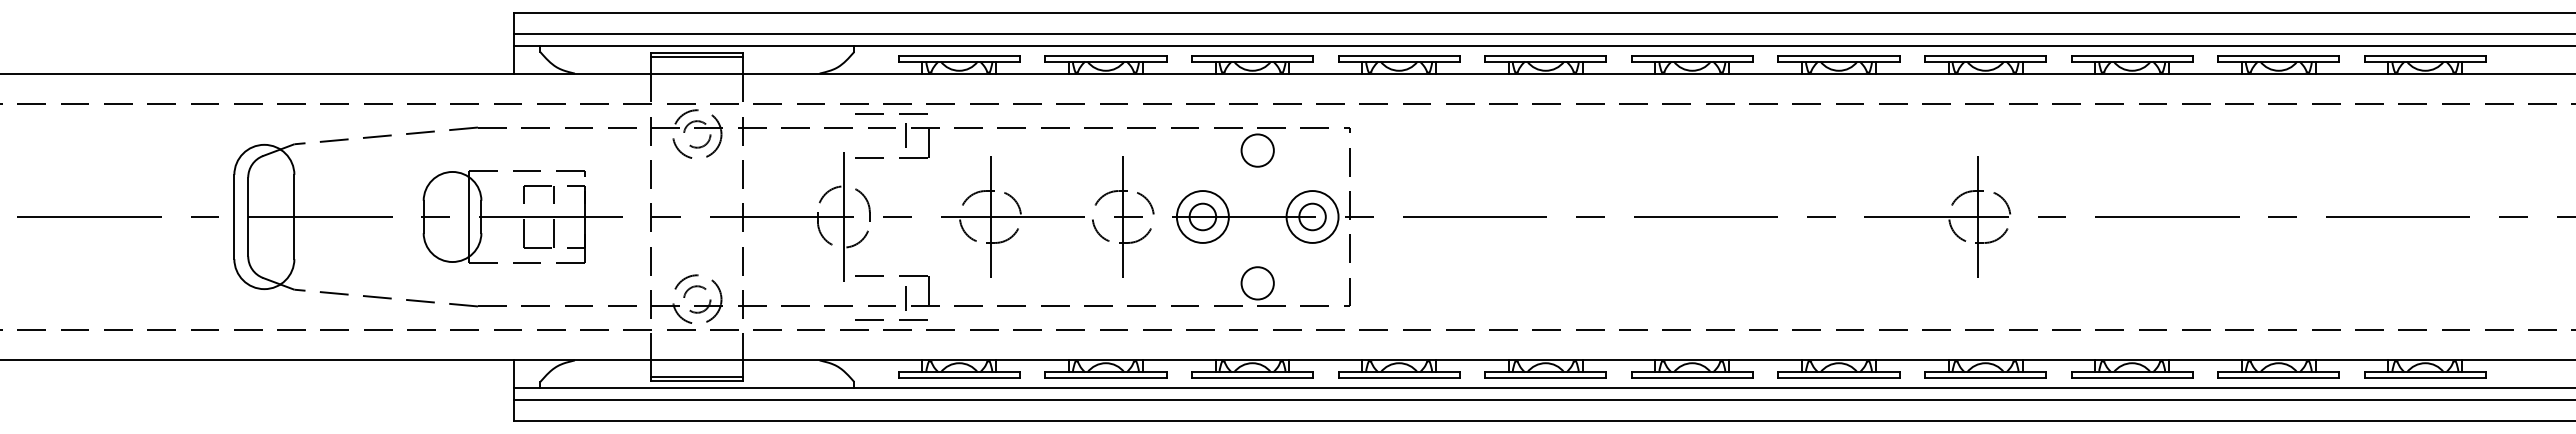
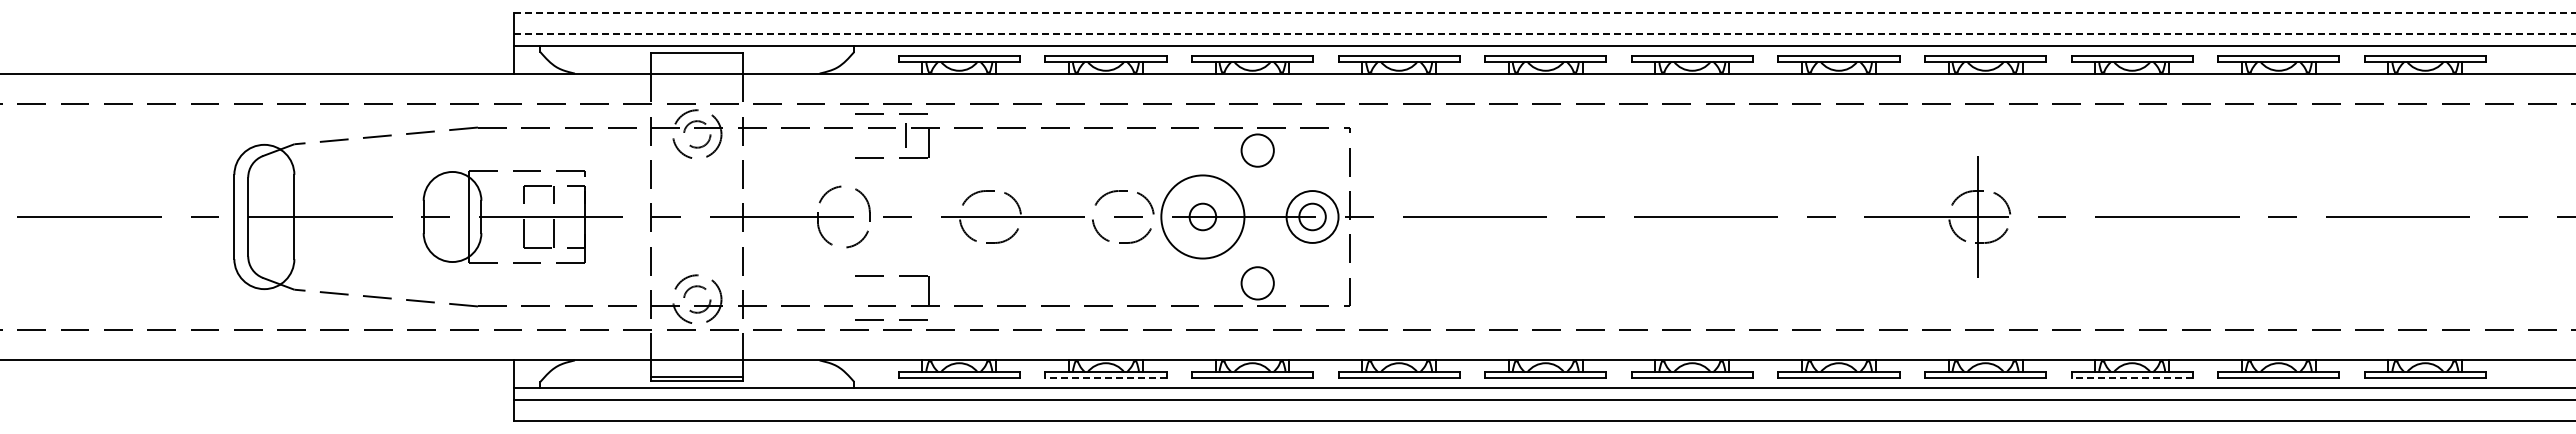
line at (1544, 12): solid -> dashed
line at (1544, 33): solid -> dashed
line at (697, 56): present -> none
line at (843, 216): present -> none
line at (990, 216): present -> none
line at (1123, 216): present -> none
circle at (1202, 216) diameter: 52 px -> 83 px
line at (906, 298): present -> none
line at (1105, 378): solid -> dashed
line at (2132, 378): solid -> dashed
